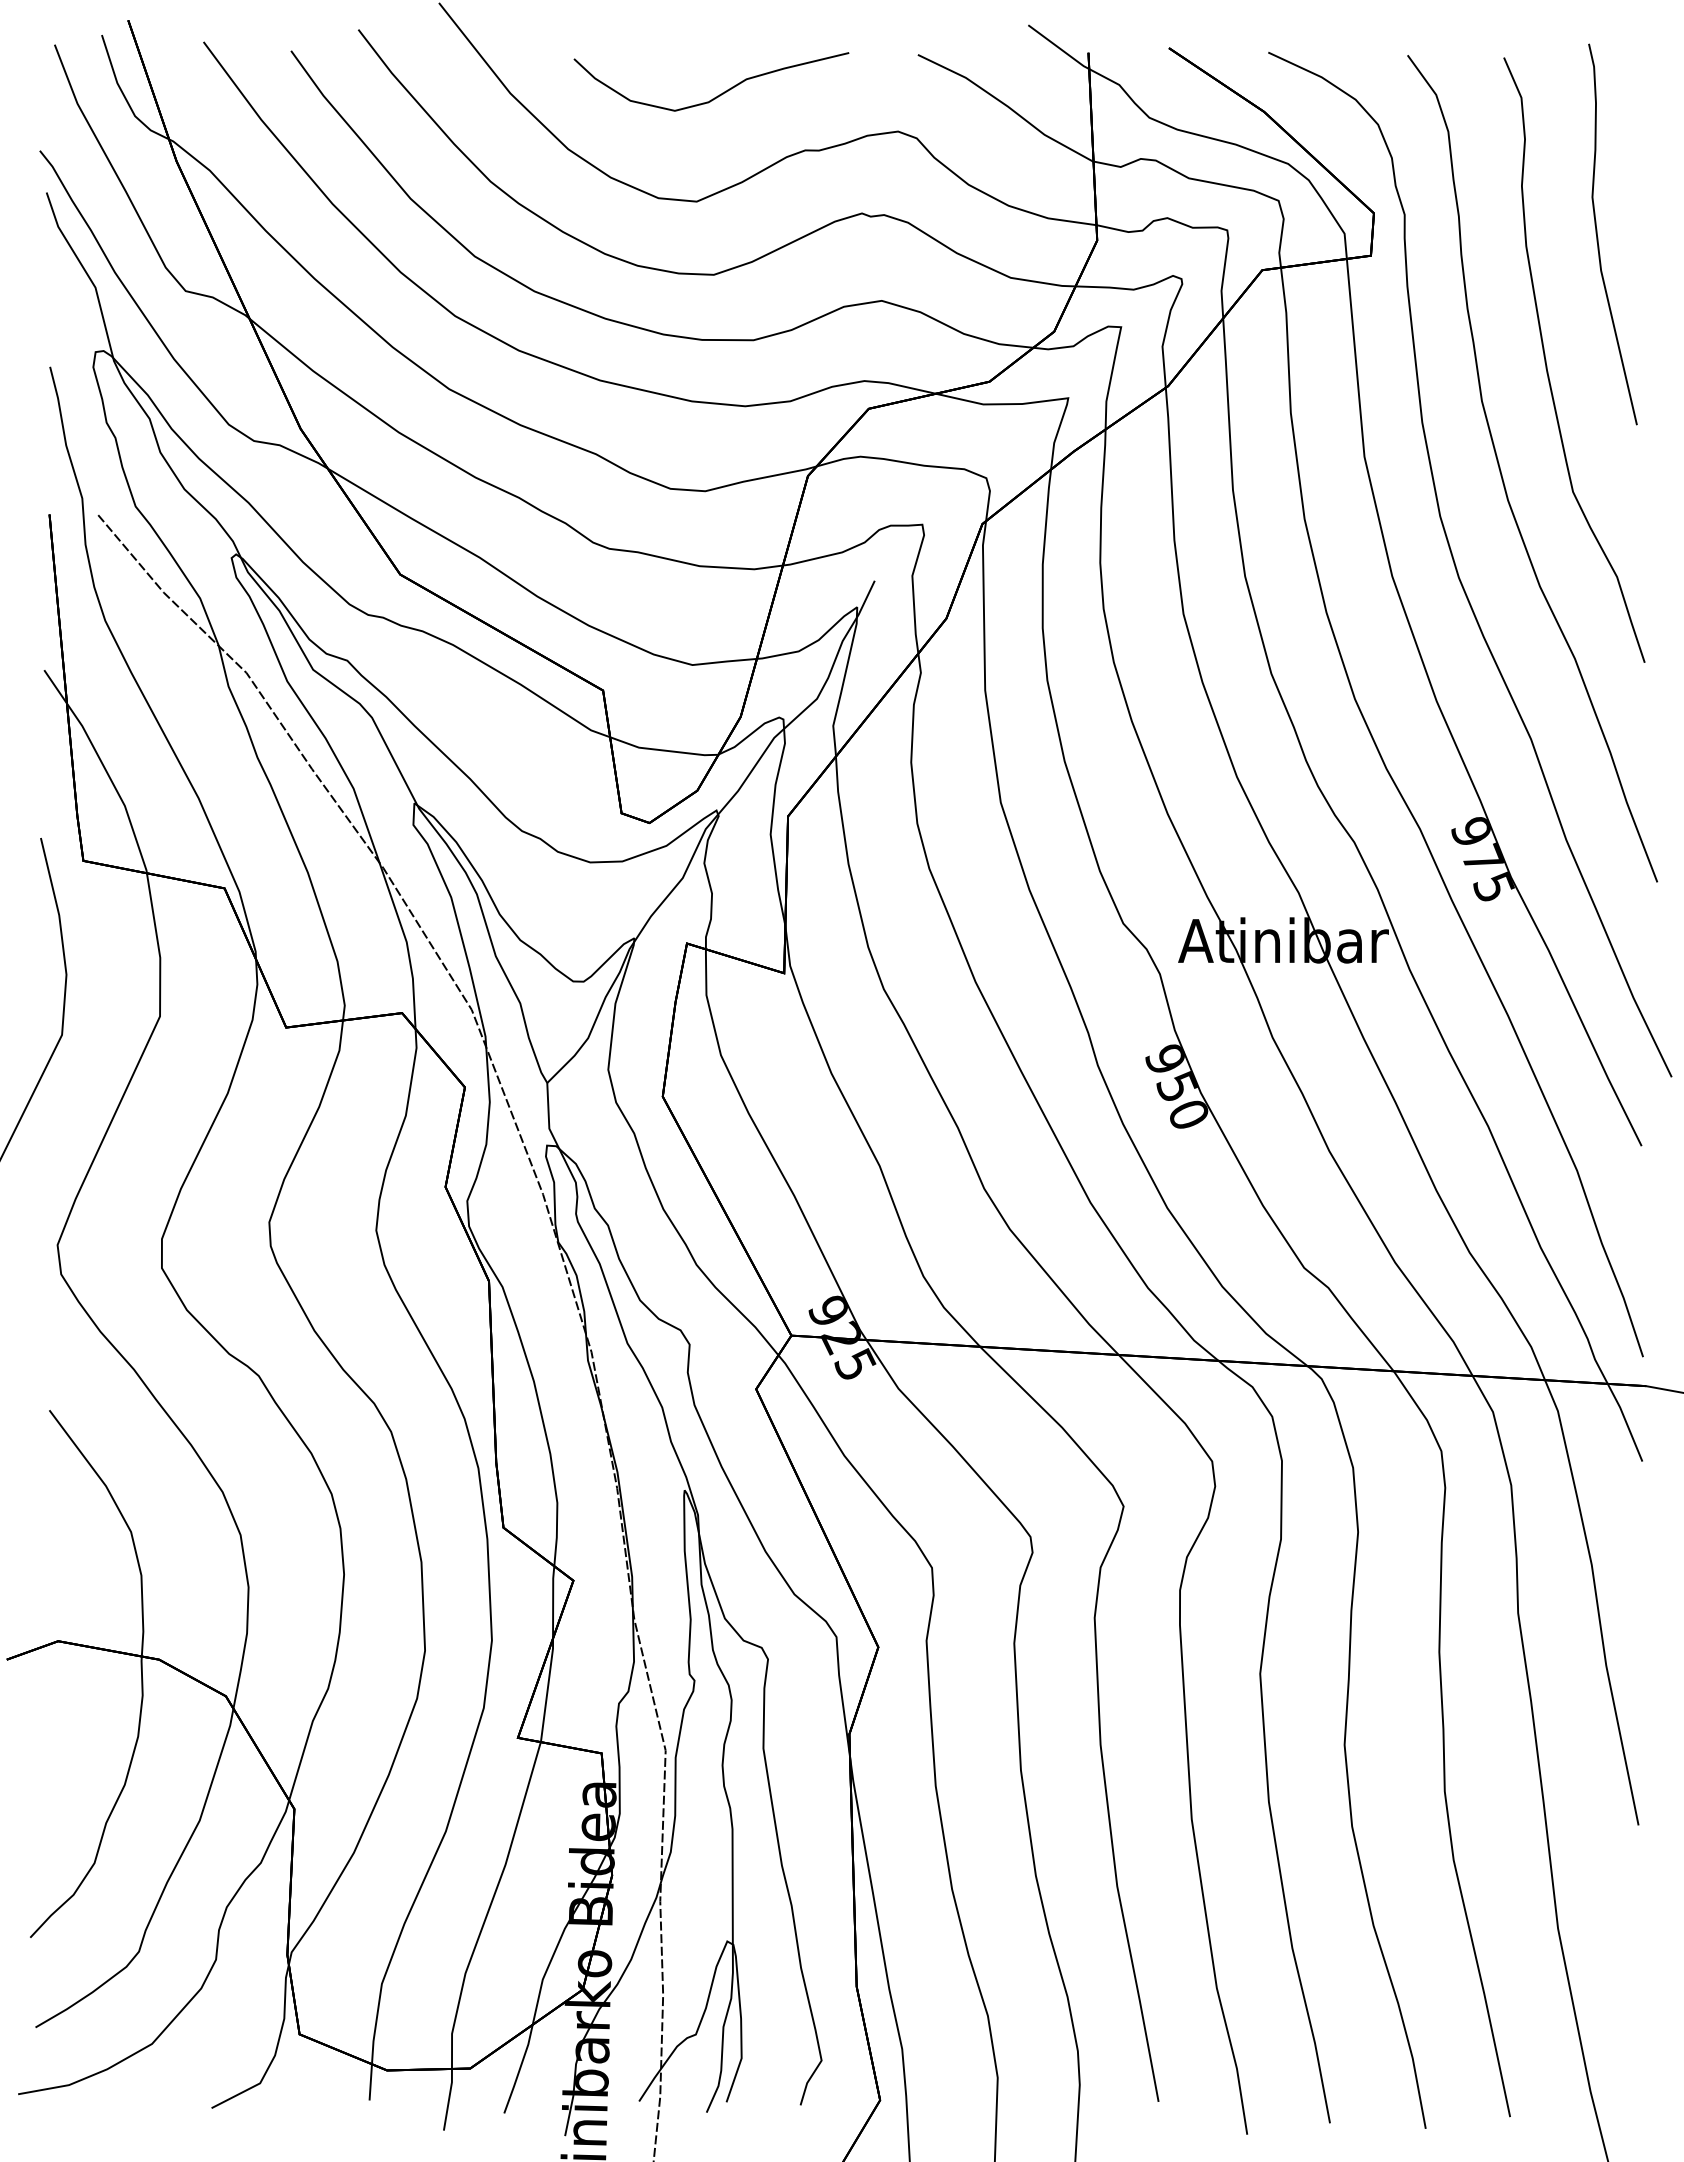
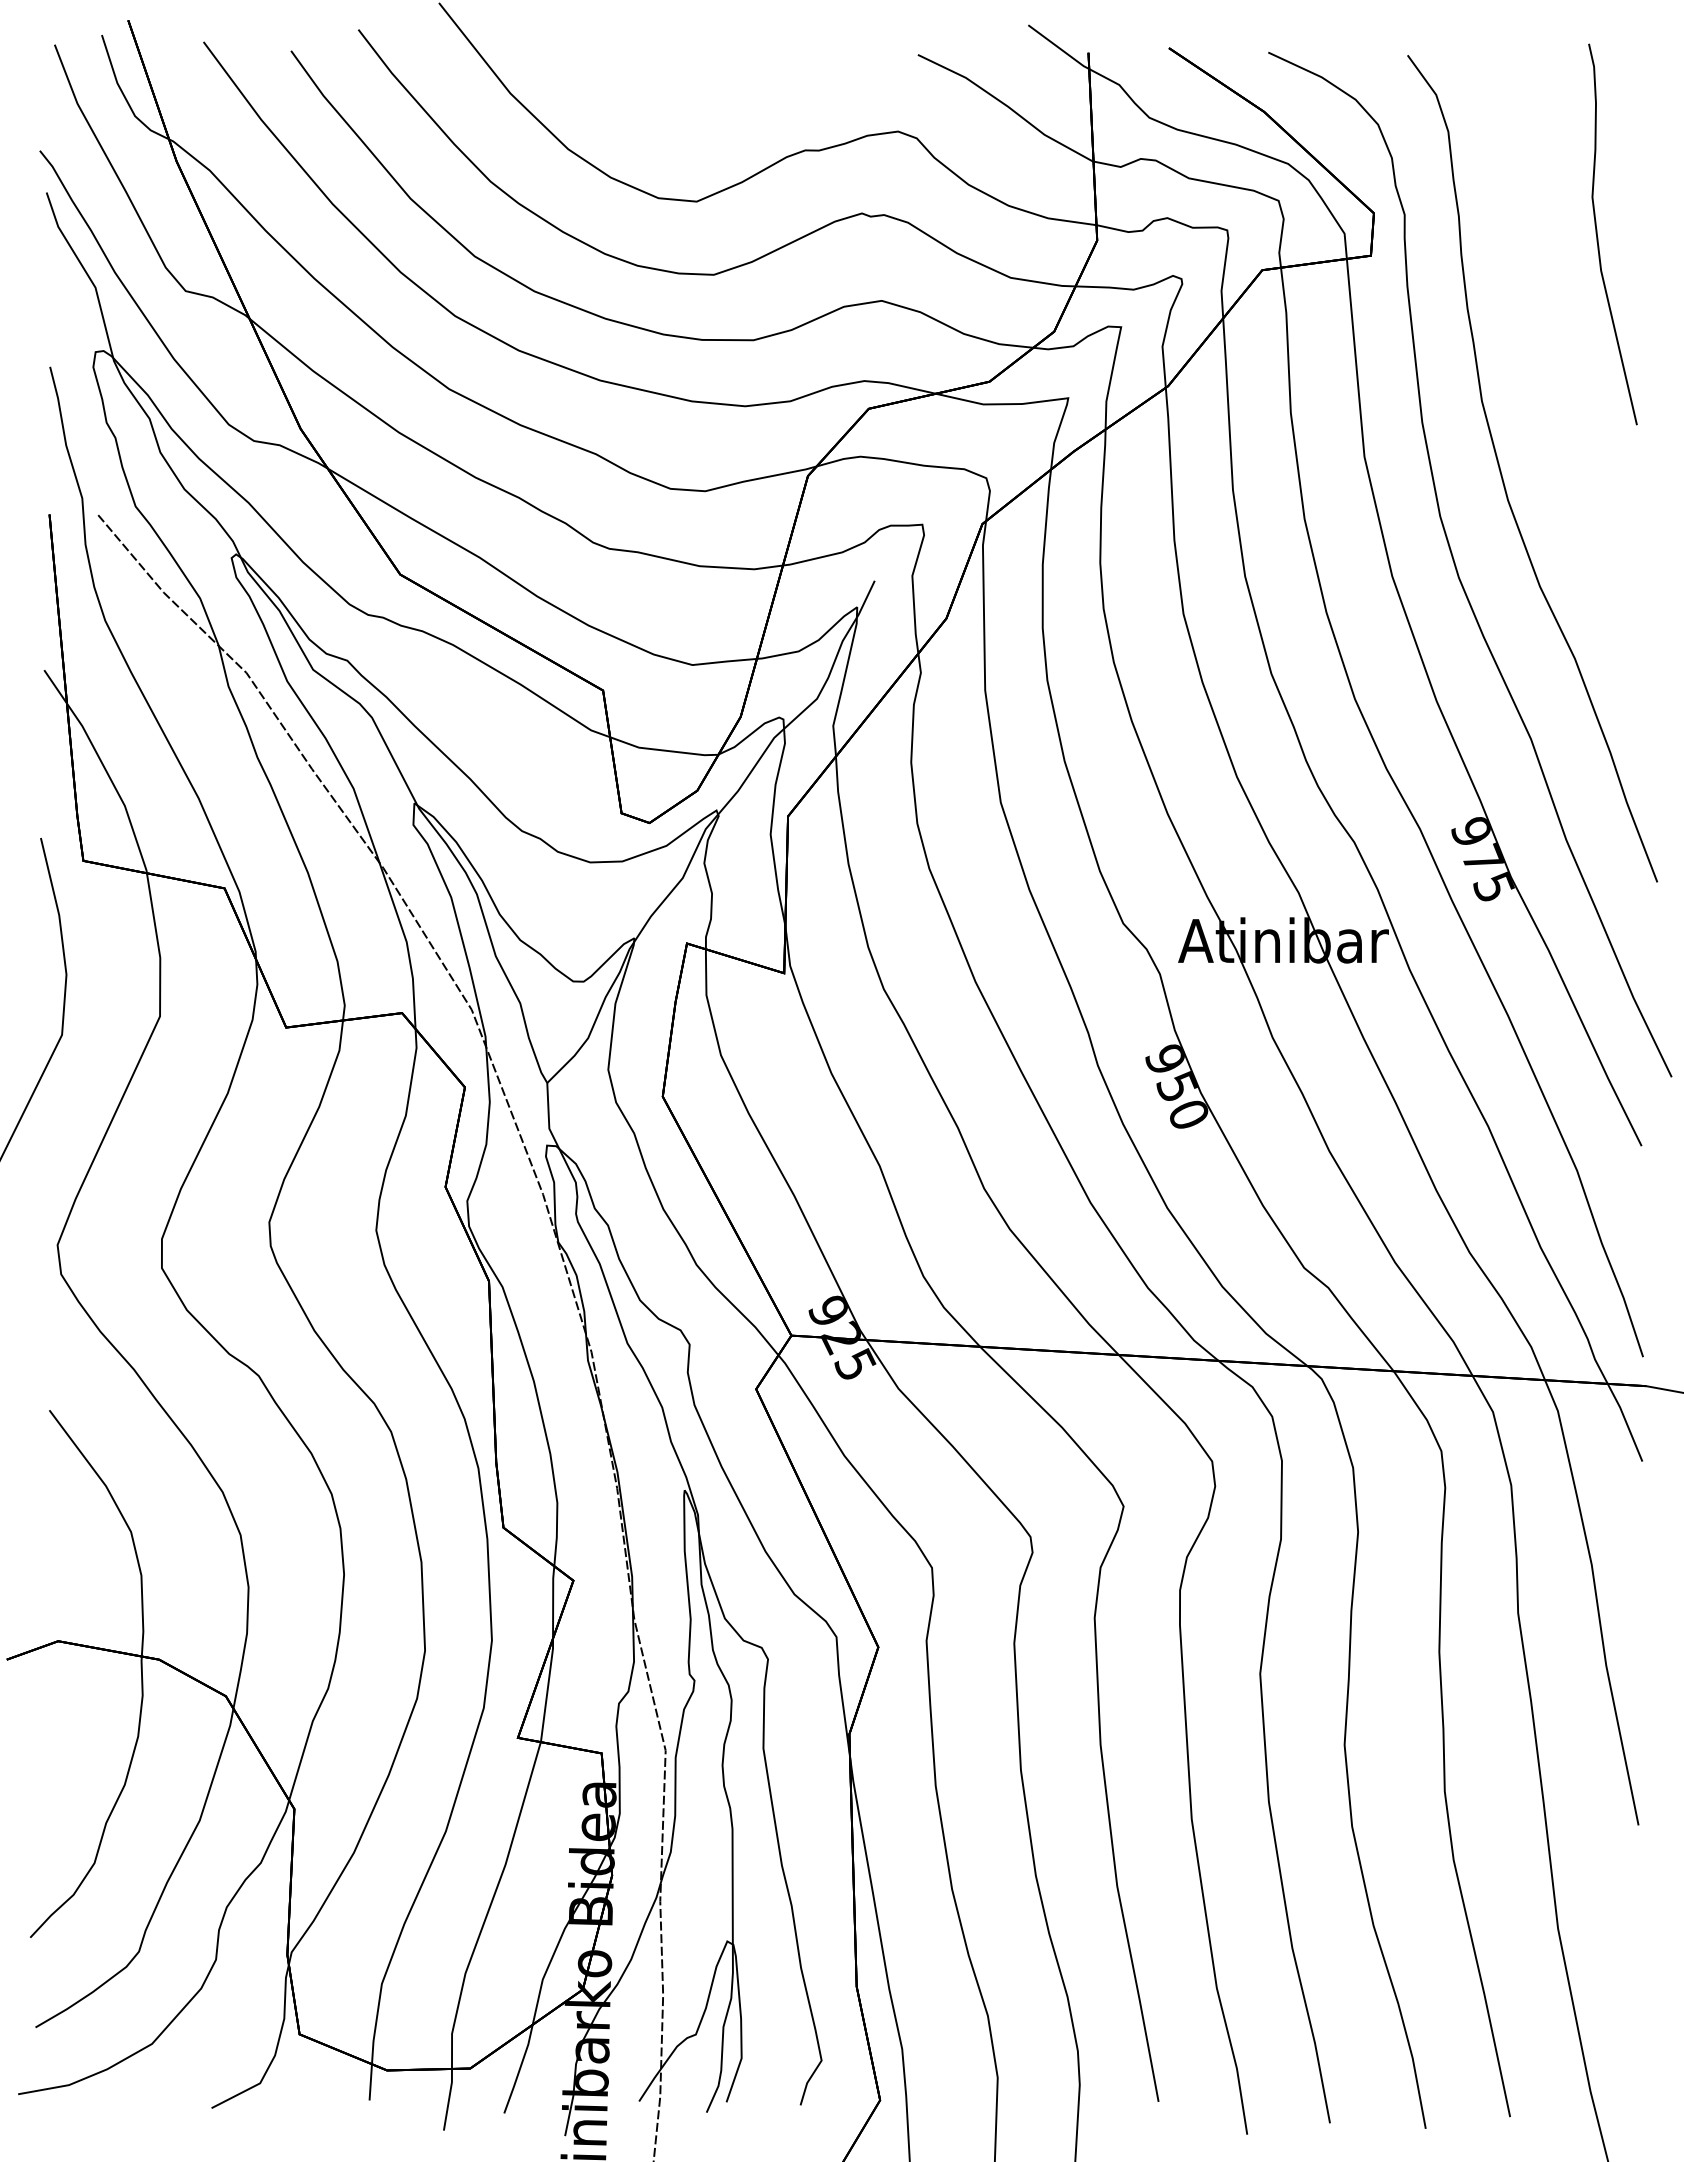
curve at (717, 95): present -> none
curve at (1547, 365): present -> none
